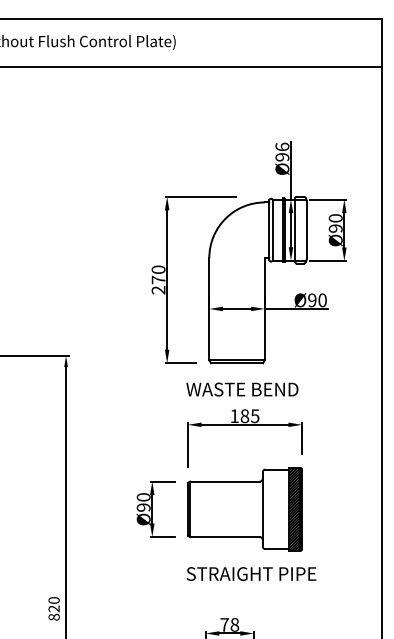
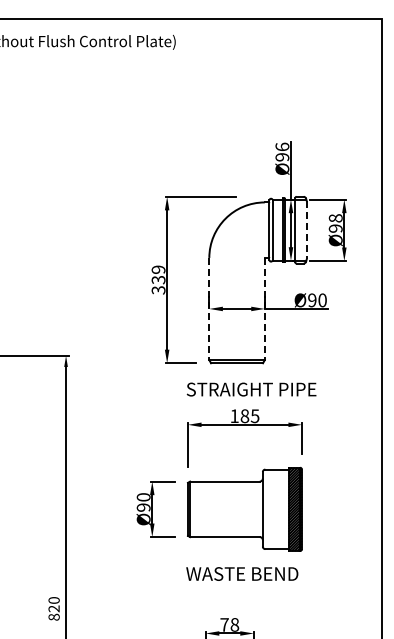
line at (192, 66): present -> none
text at (335, 218): 90 -> 98
line at (306, 230): solid -> dashed
text at (158, 279): 270 -> 339
line at (209, 309): solid -> dashed
line at (264, 309): solid -> dashed
text at (251, 389): WASTE BEND -> STRAIGHT PIPE
text at (251, 573): STRAIGHT PIPE -> WASTE BEND
